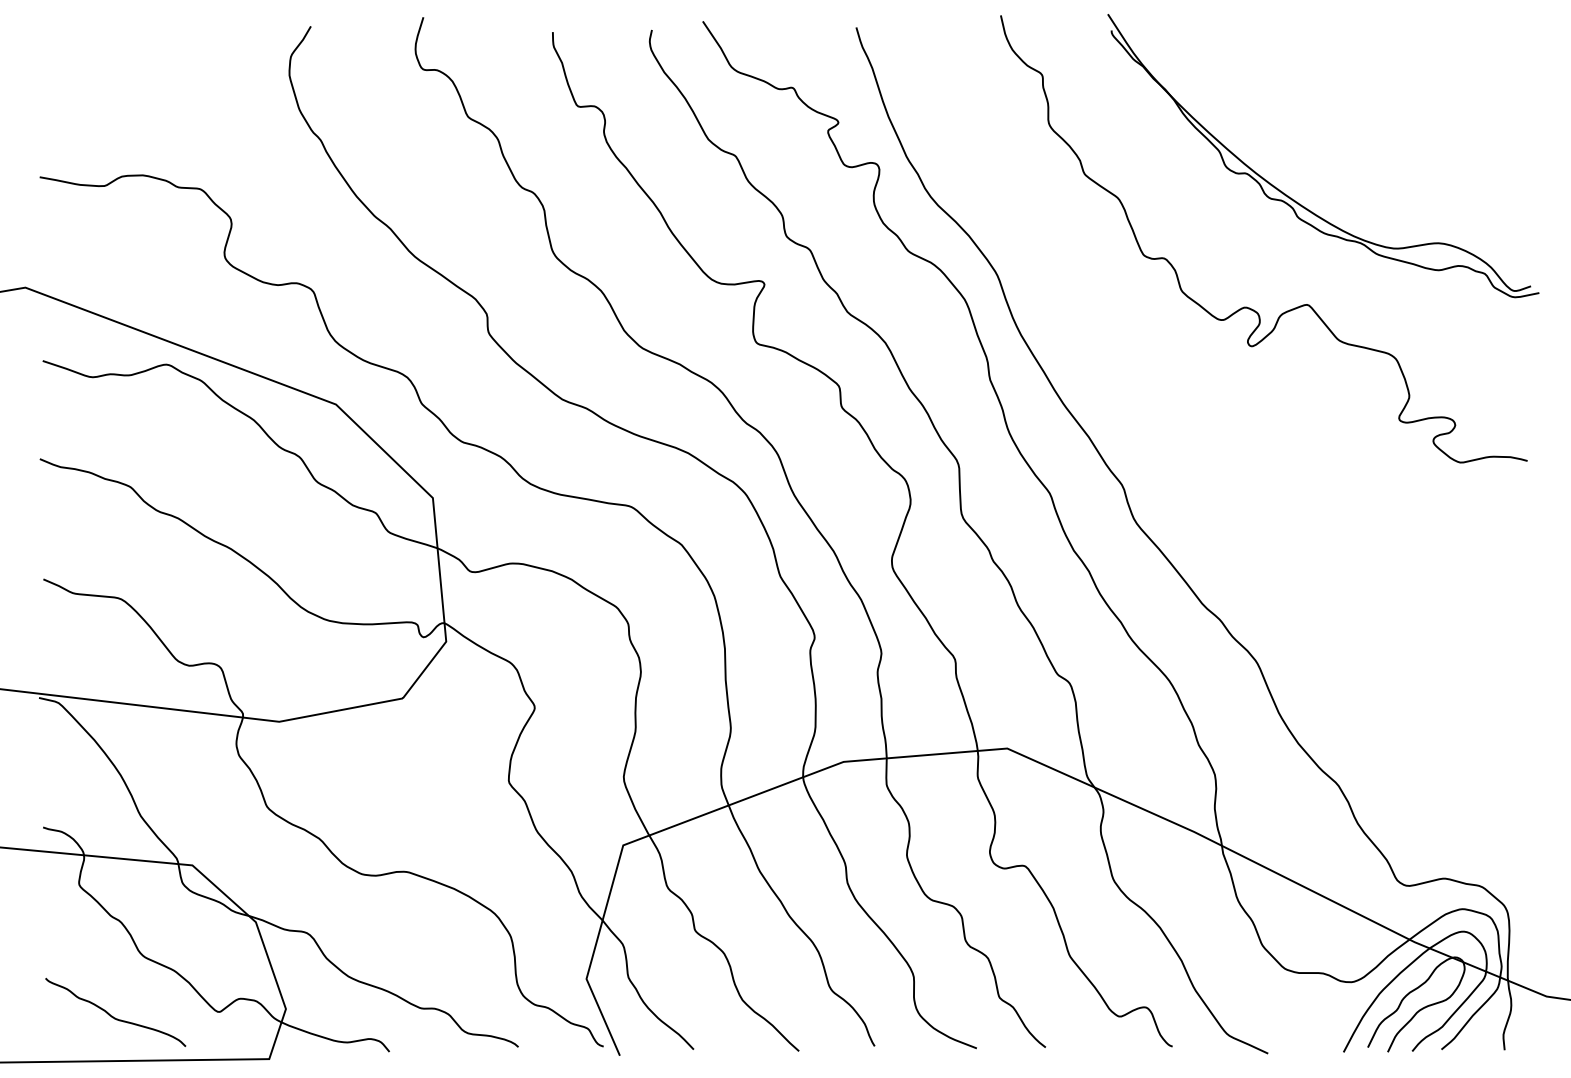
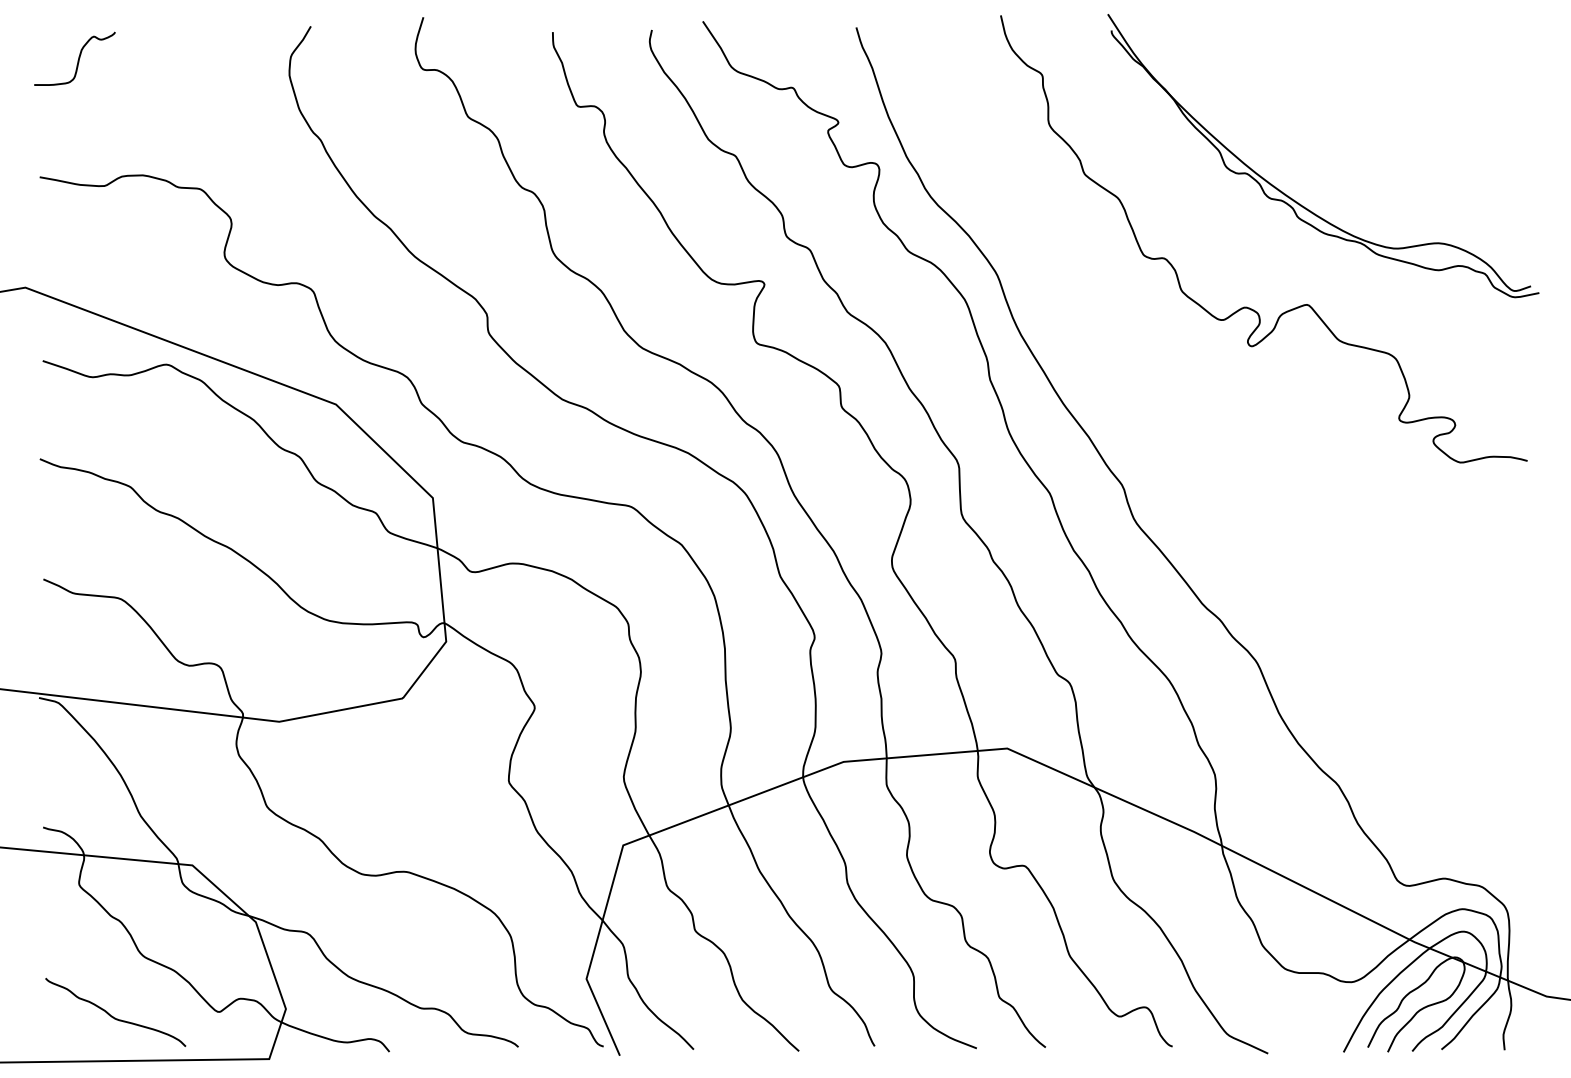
curve at (77, 60): none -> present
